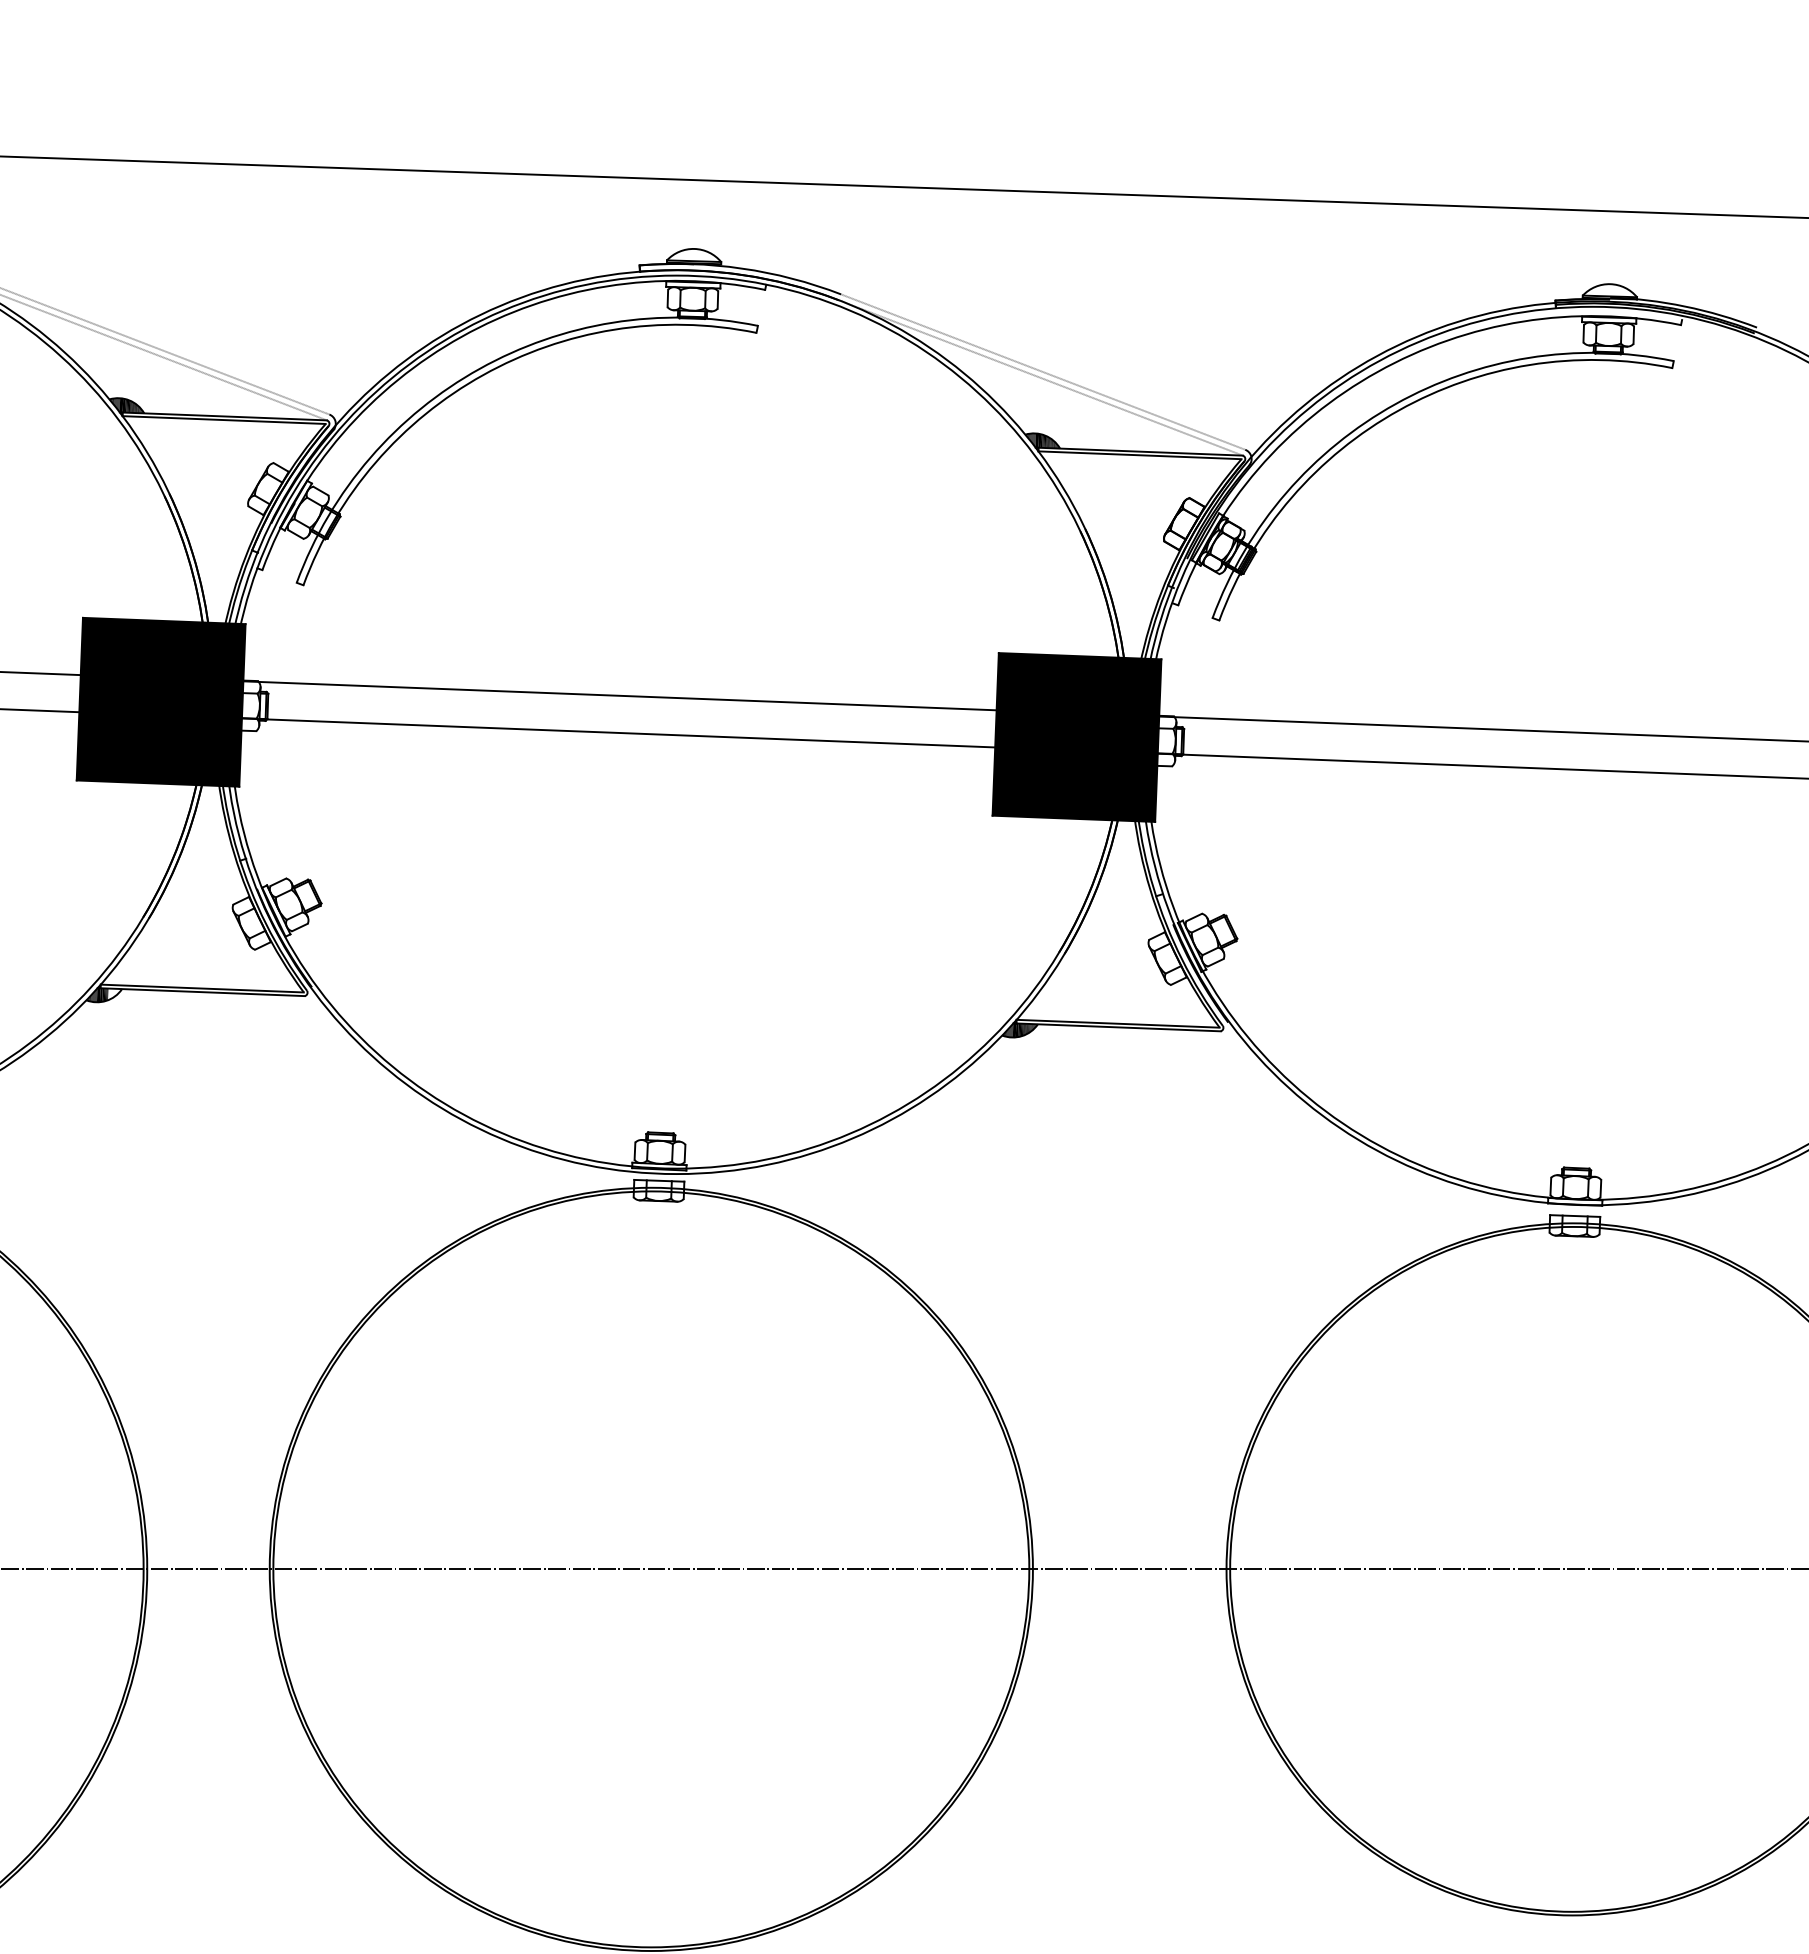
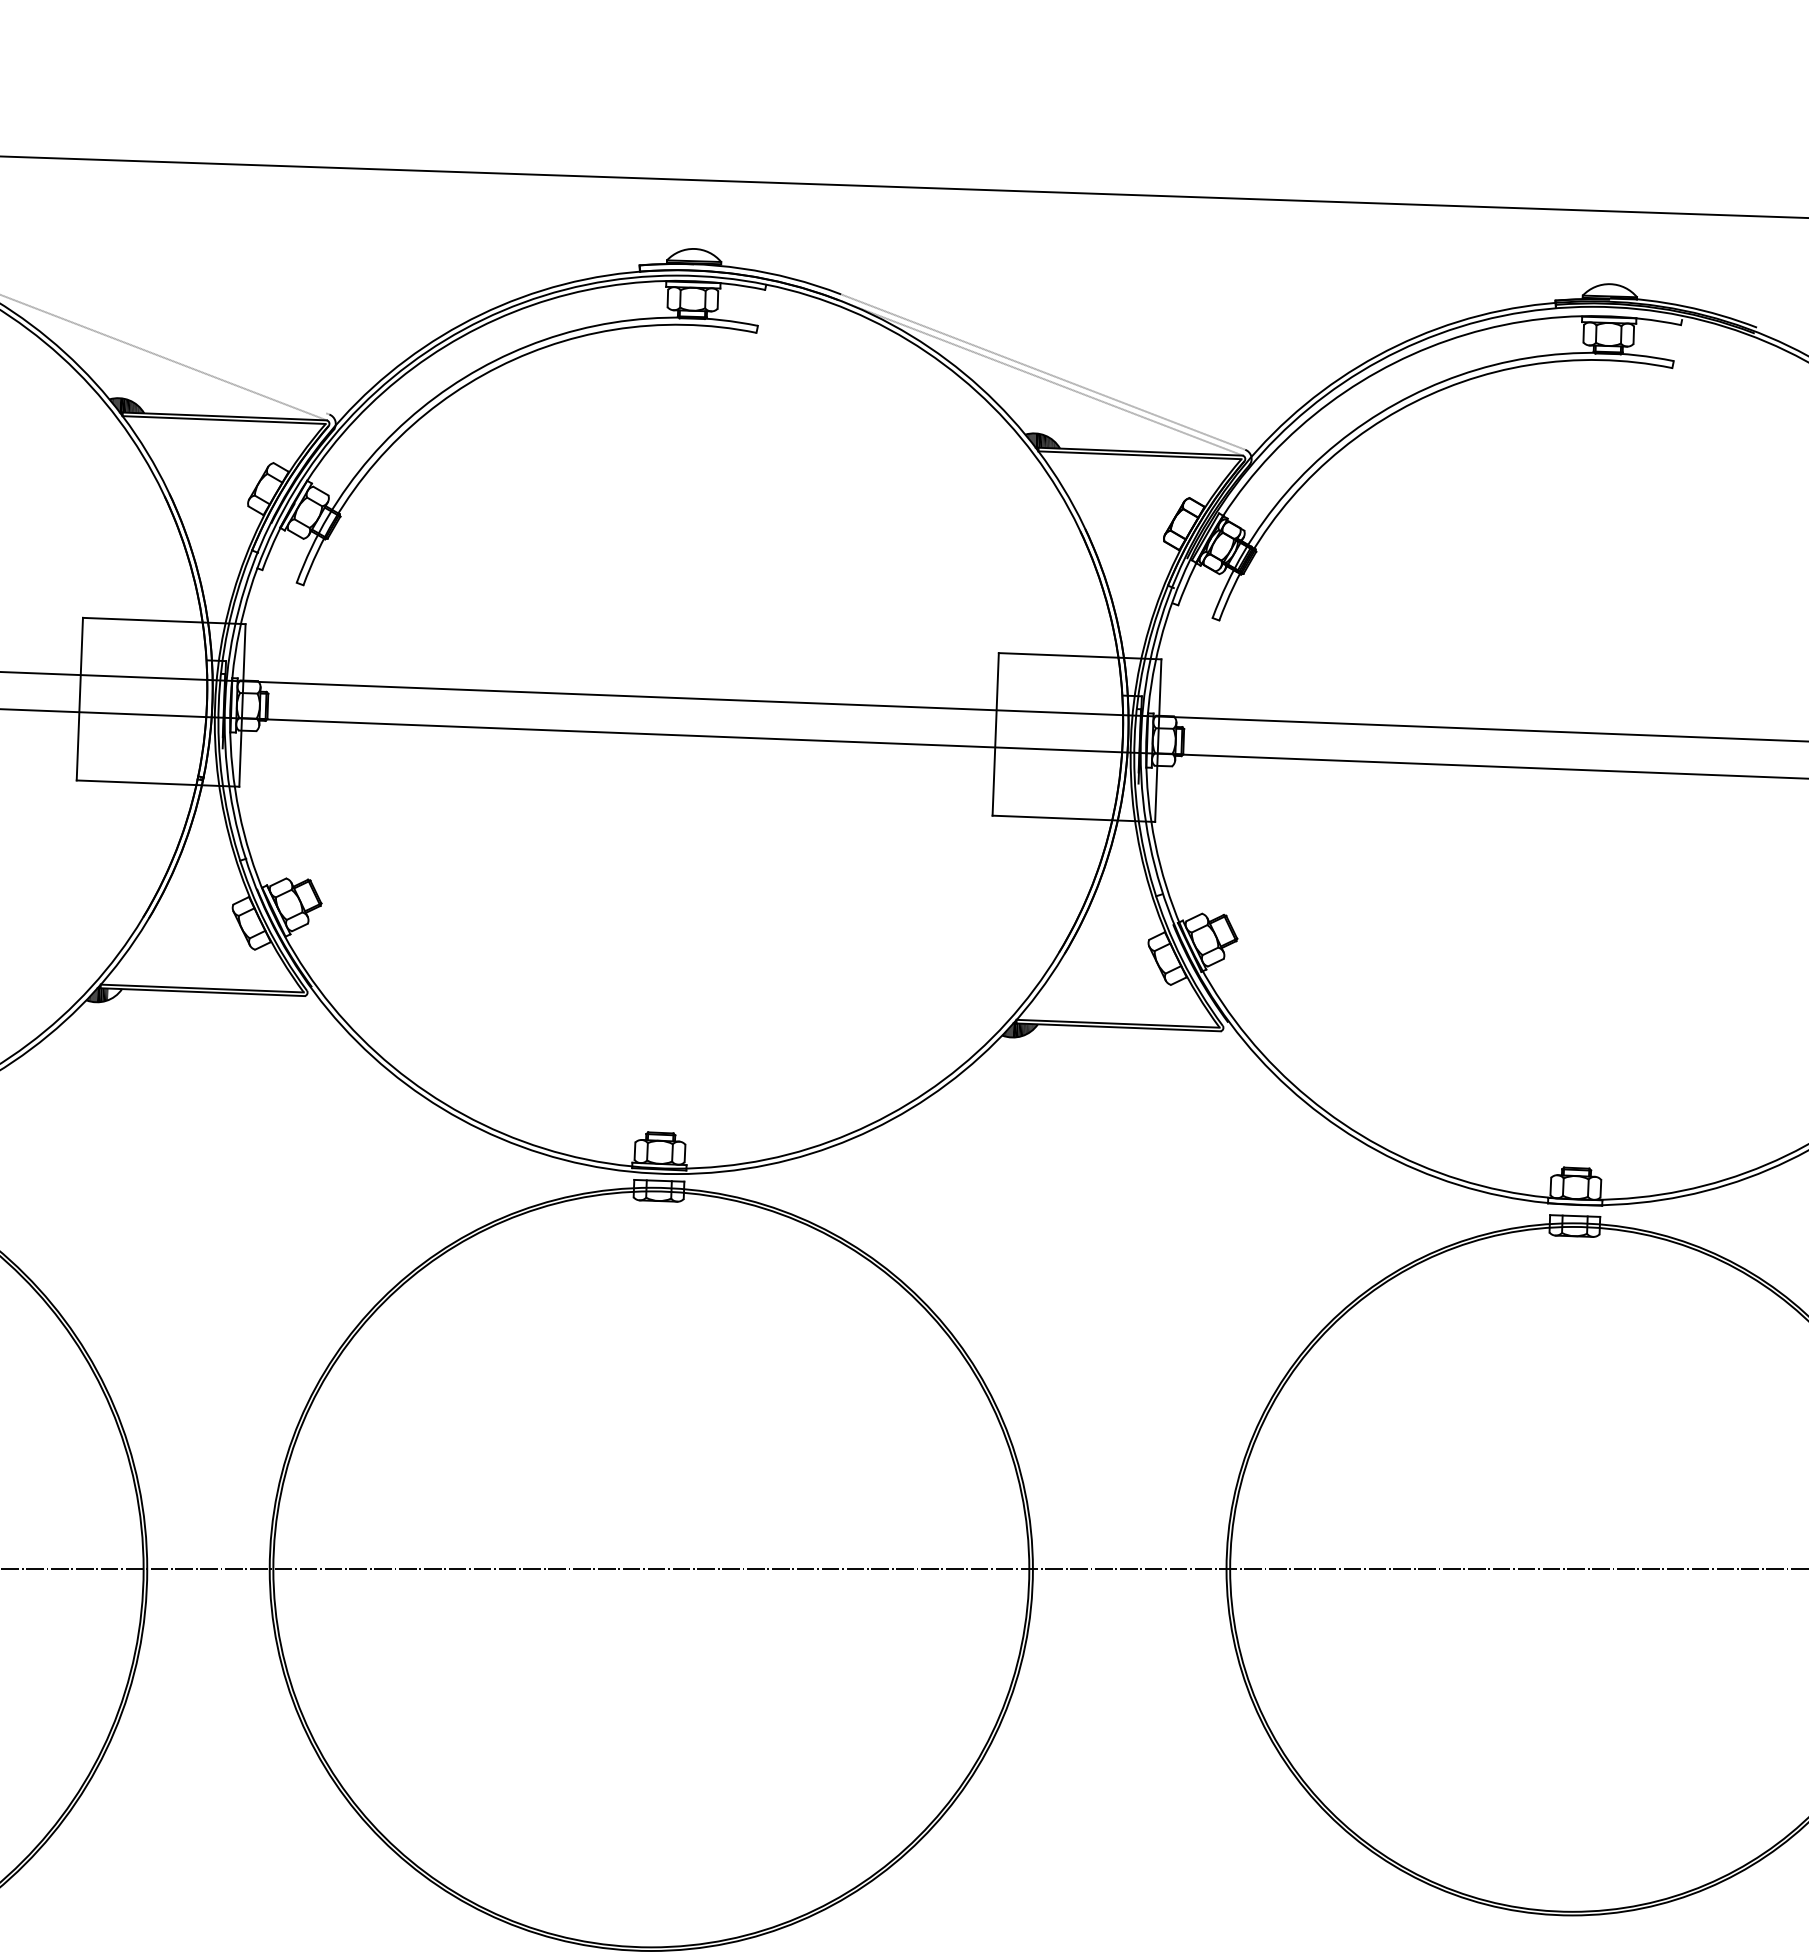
line at (164, 350): present -> none
fill at (160, 701): present -> none
fill at (1076, 737): present -> none
